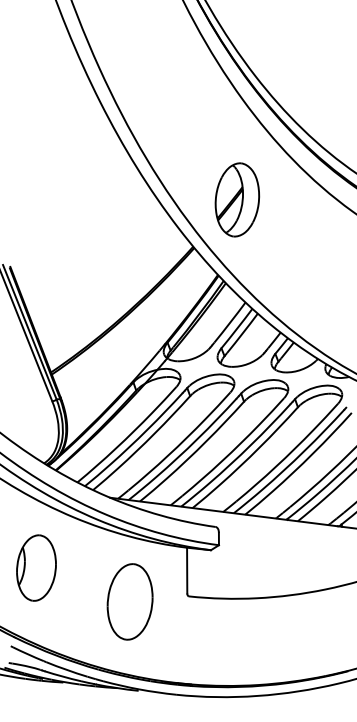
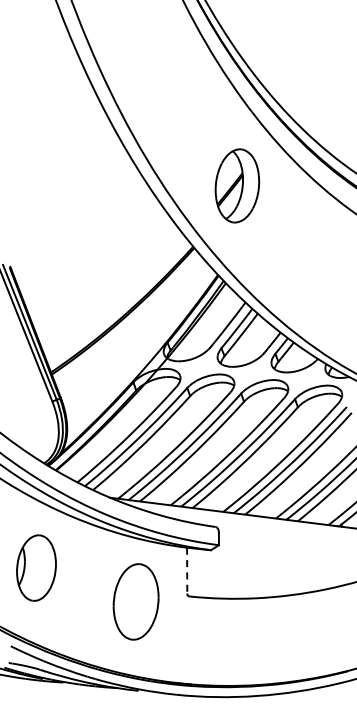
part at (237, 199) position: (237, 199) -> (237, 185)
line at (187, 570): solid -> dashed
part at (129, 601) position: (129, 601) -> (135, 601)
